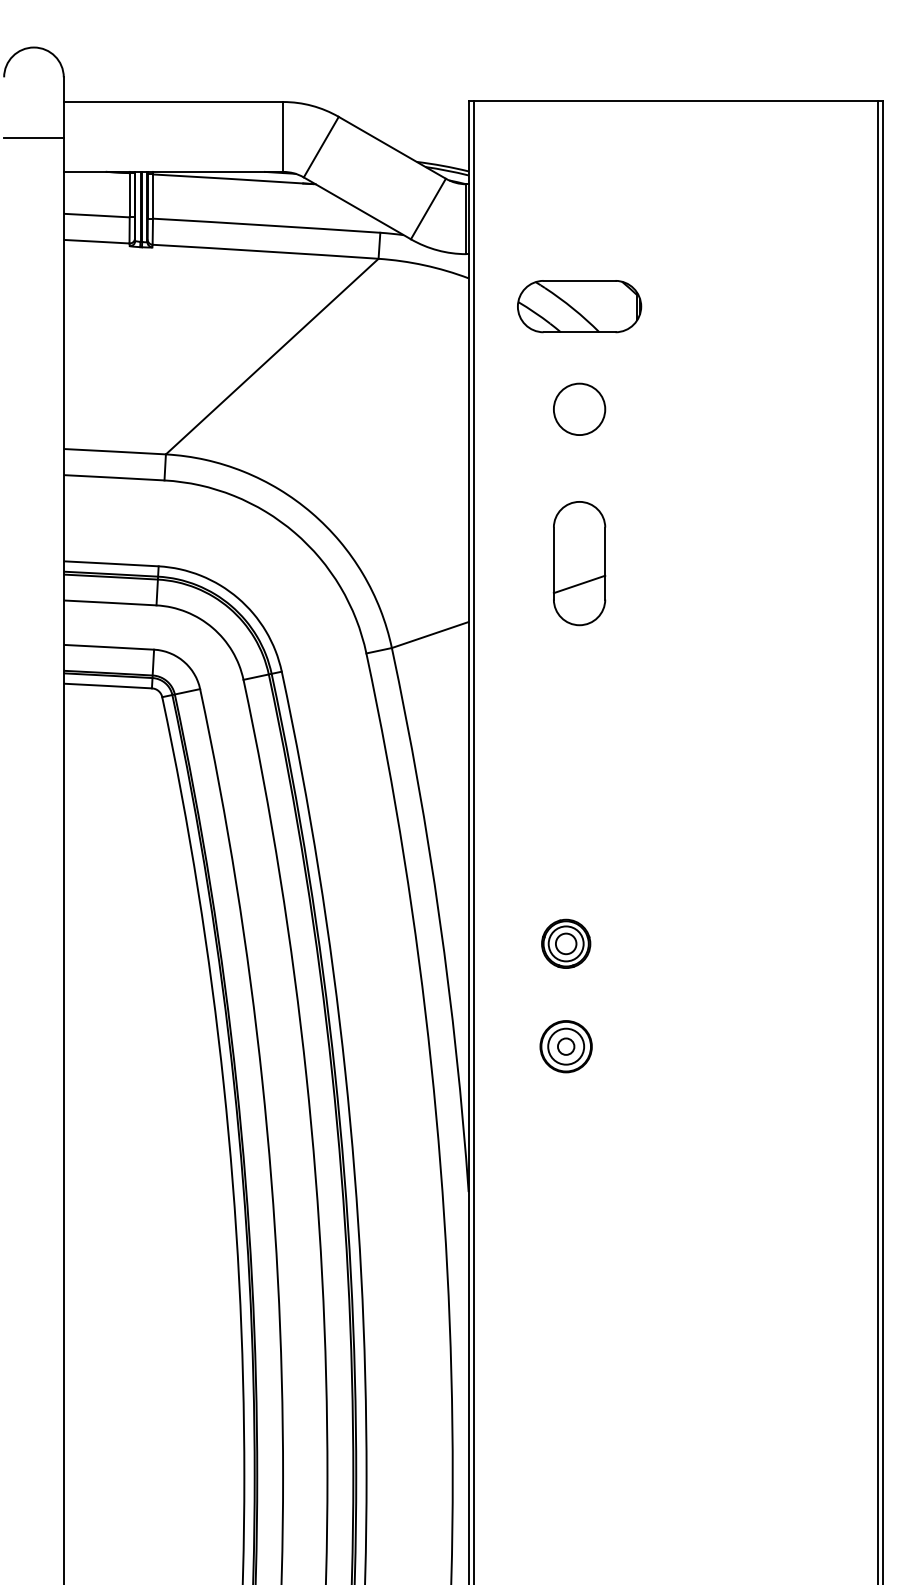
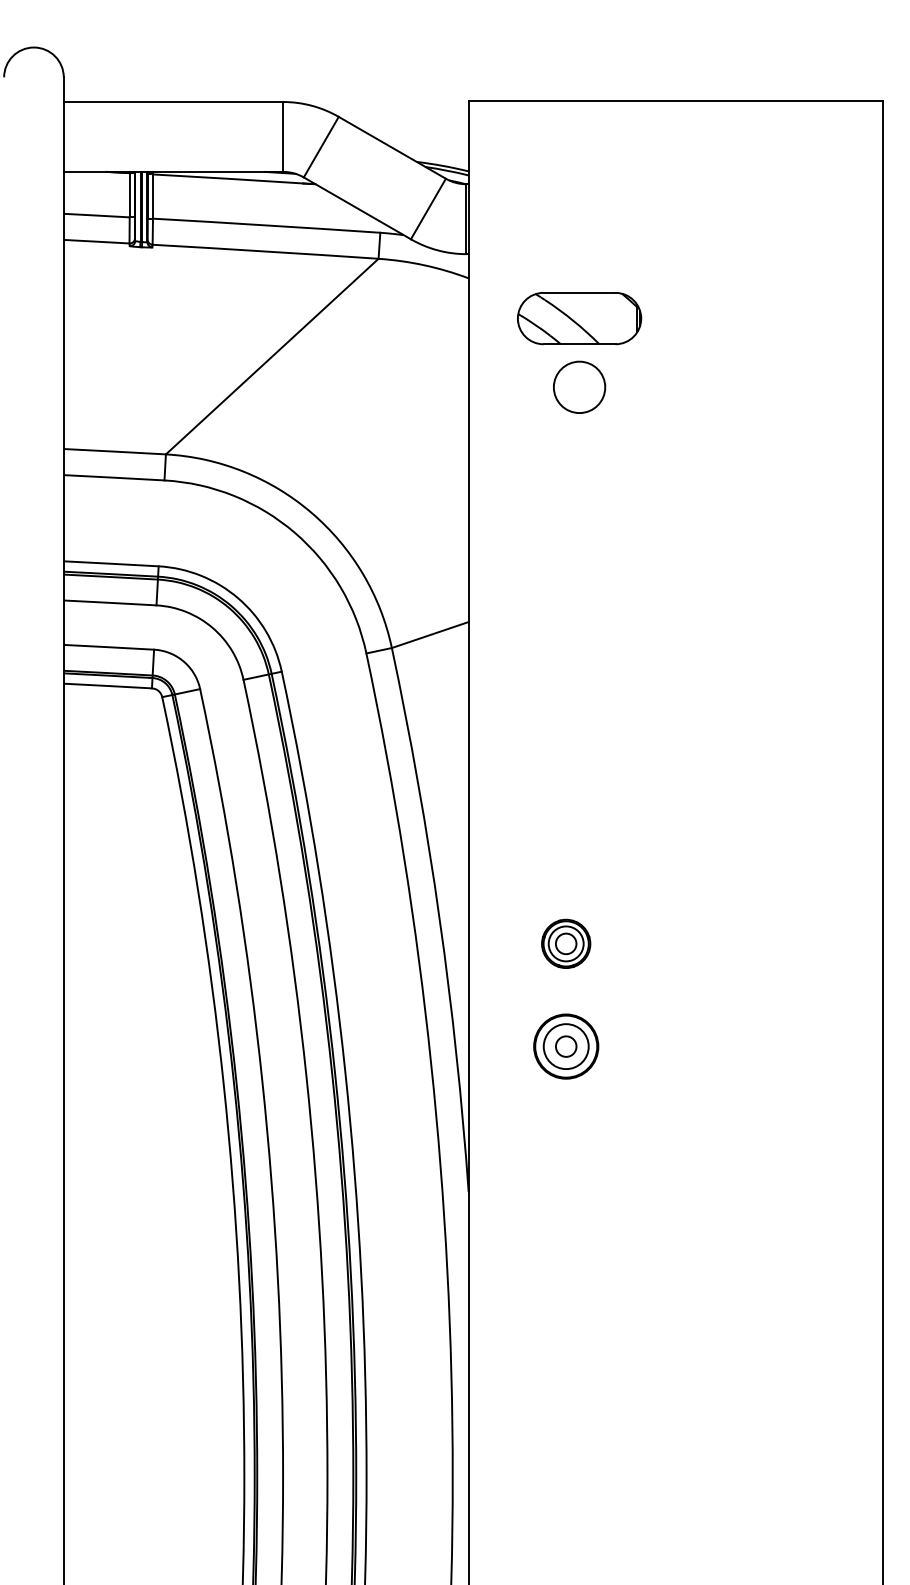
line at (33, 138): present -> none
part at (579, 306) position: (579, 306) -> (579, 318)
circle at (579, 408) position: (579, 408) -> (579, 386)
part at (579, 563): present -> none
line at (473, 840): present -> none
line at (877, 840): present -> none
part at (565, 1046) size: 54x54 px -> 67x67 px
